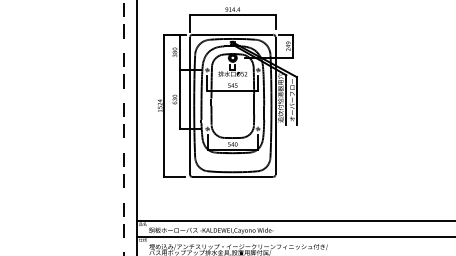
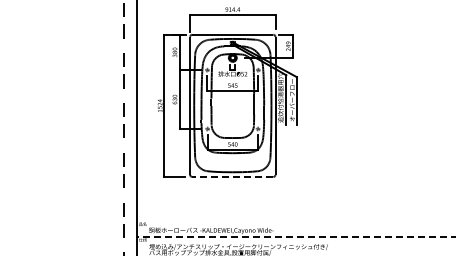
line at (232, 177): solid -> dashed
line at (294, 221): present -> none
line at (296, 237): solid -> dashed
